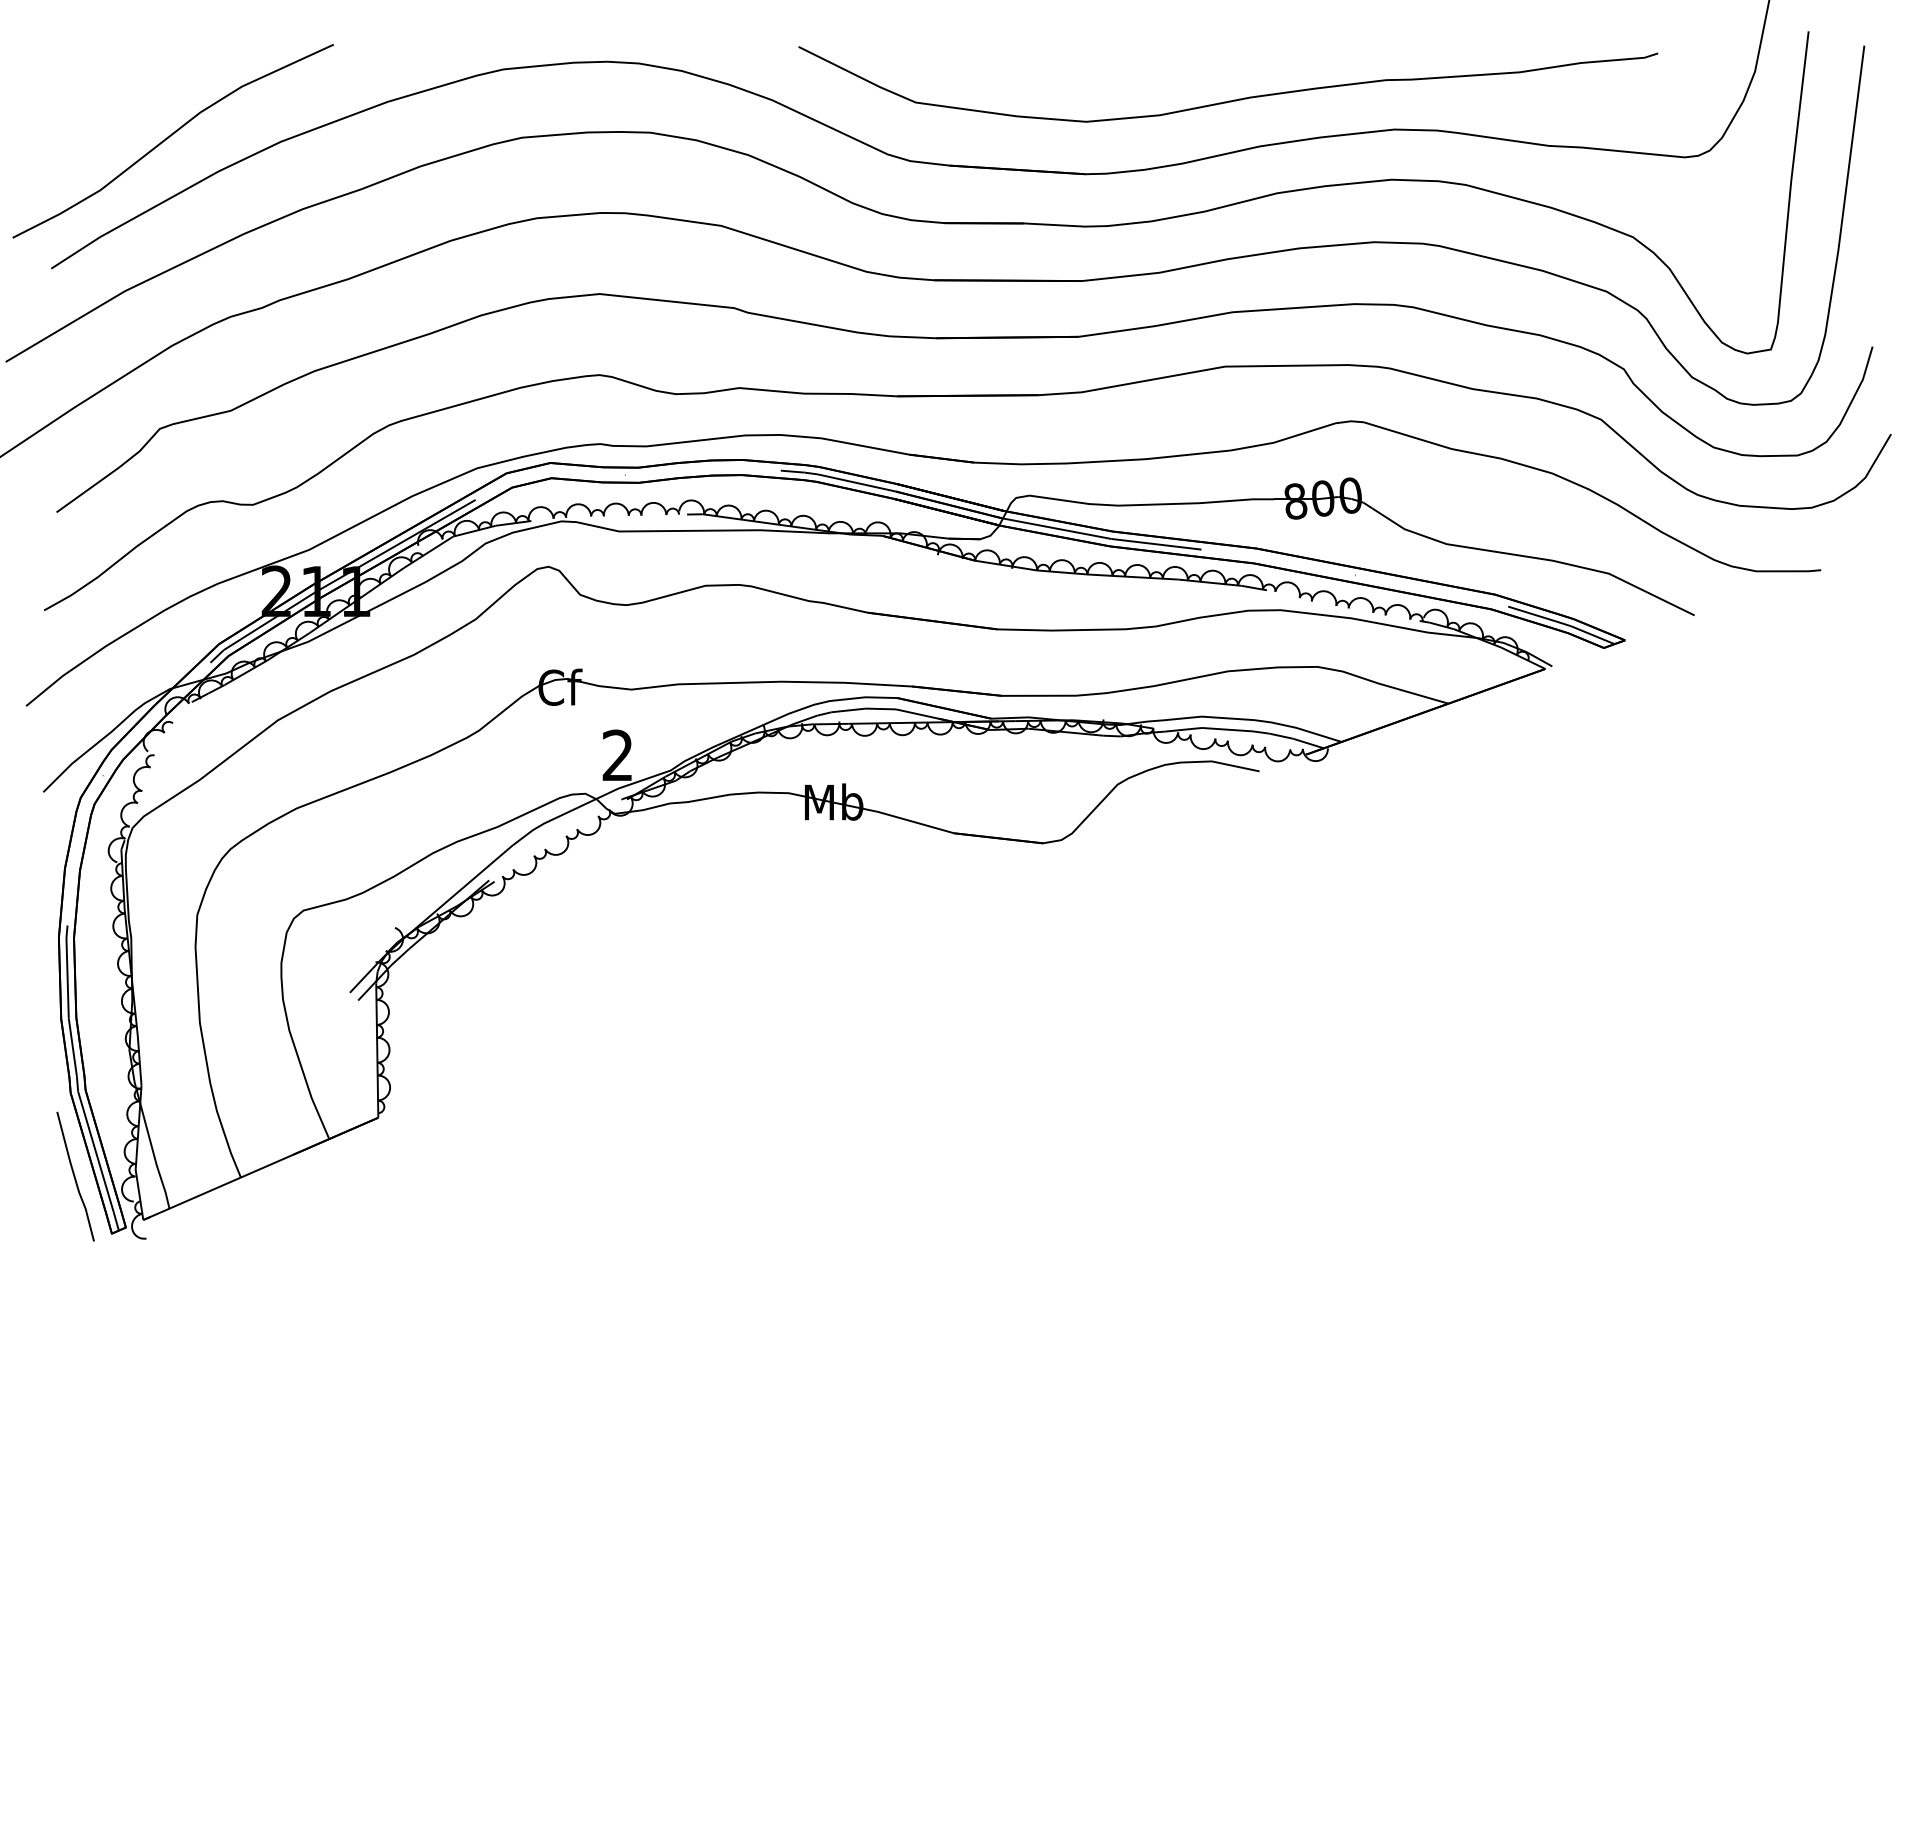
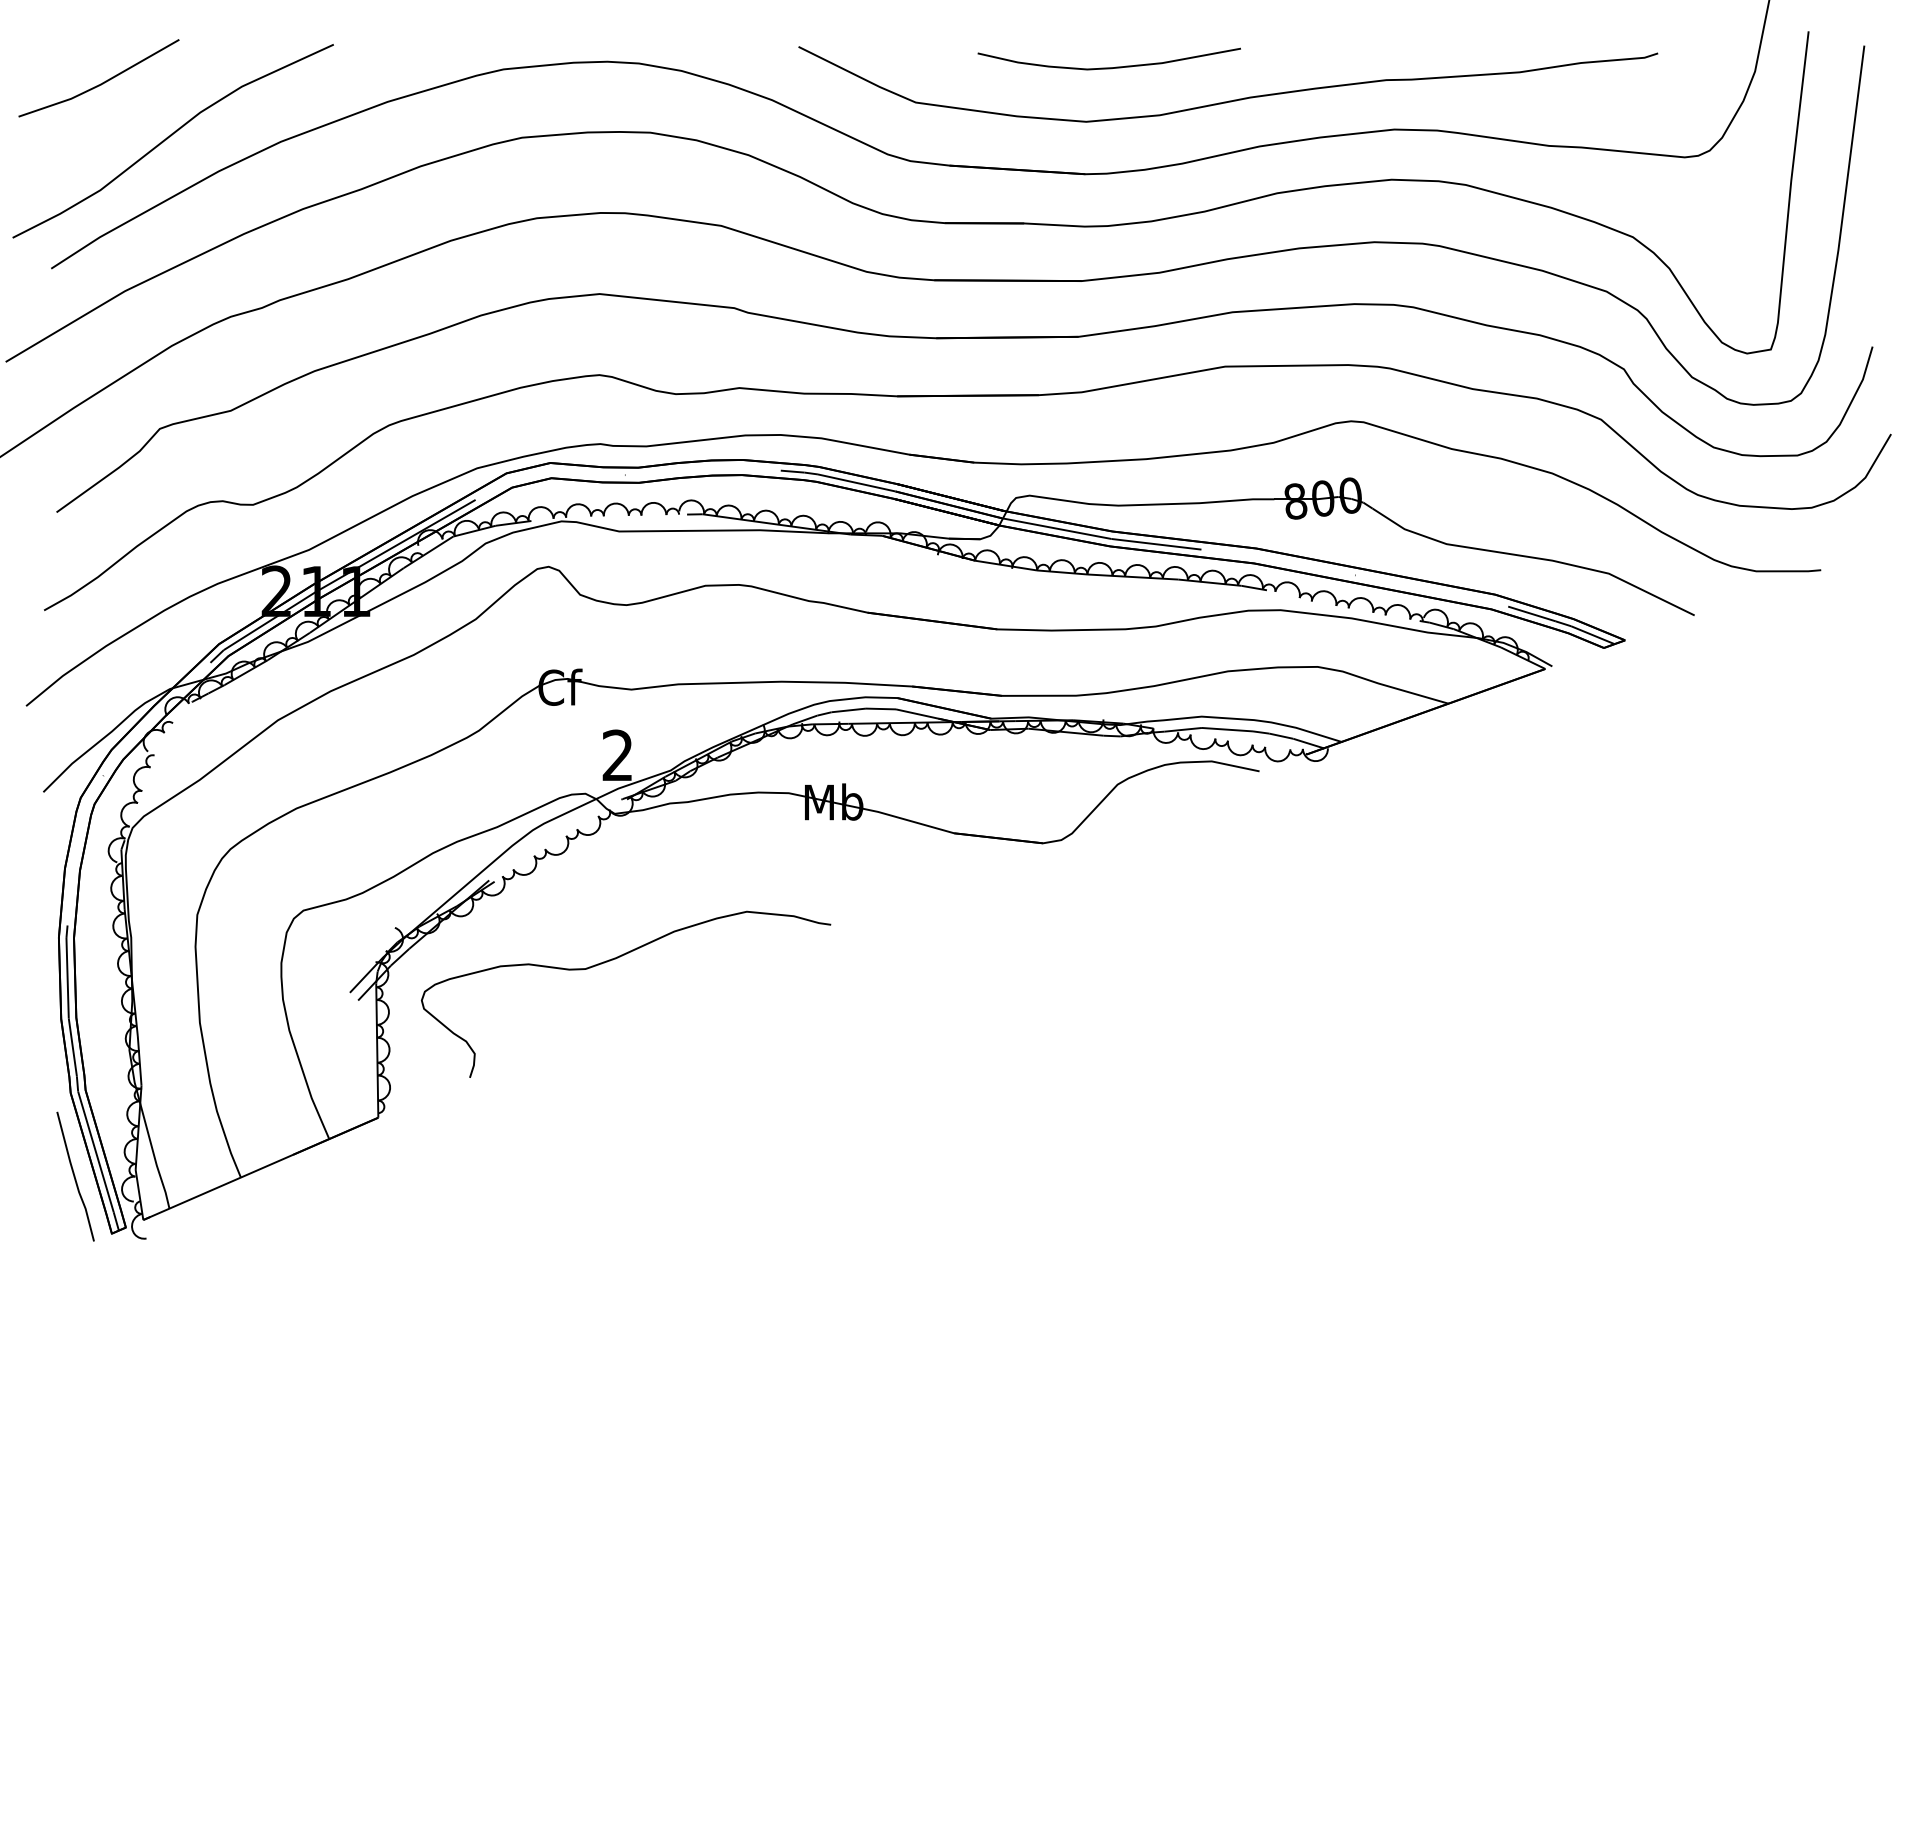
curve at (1108, 67): none -> present
line at (100, 83): none -> present
curve at (613, 960): none -> present
